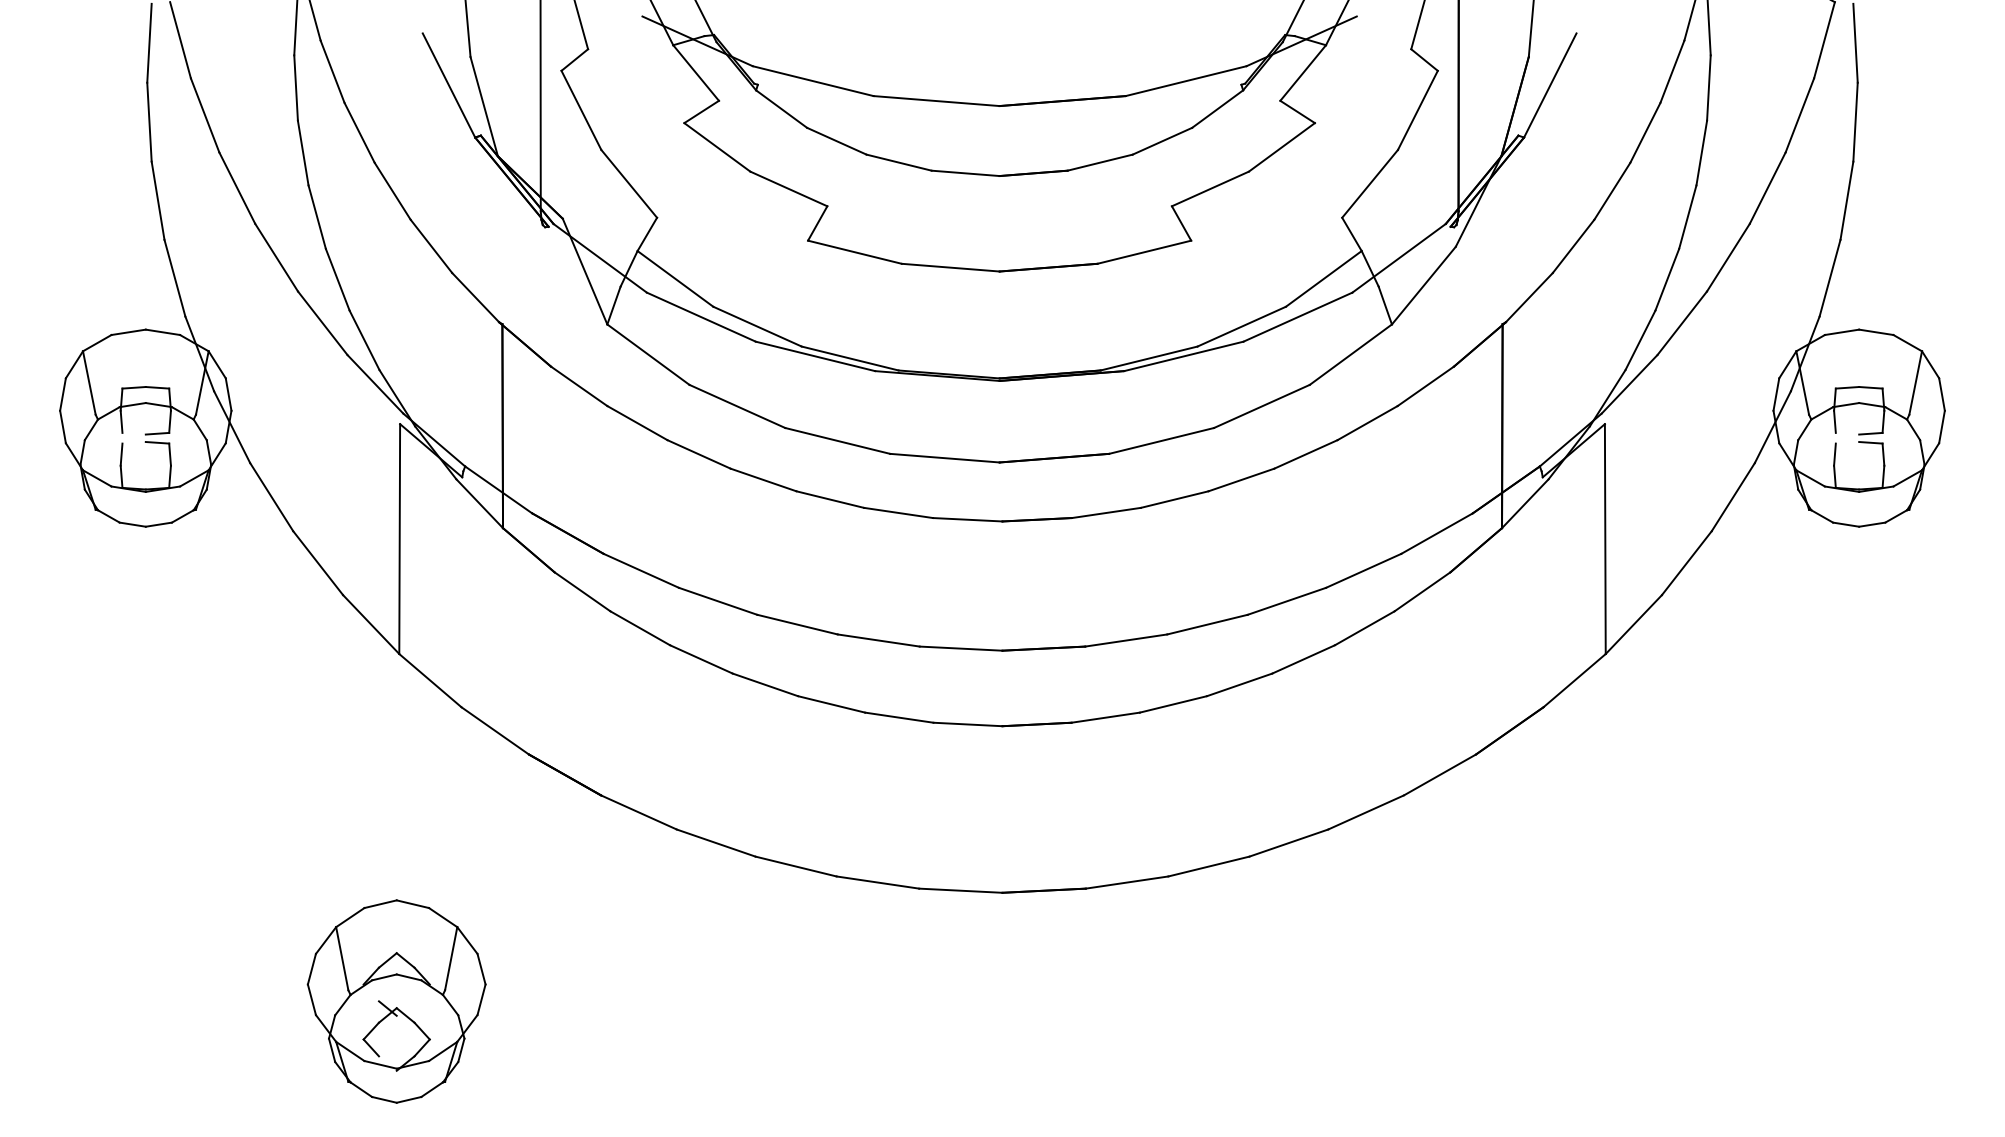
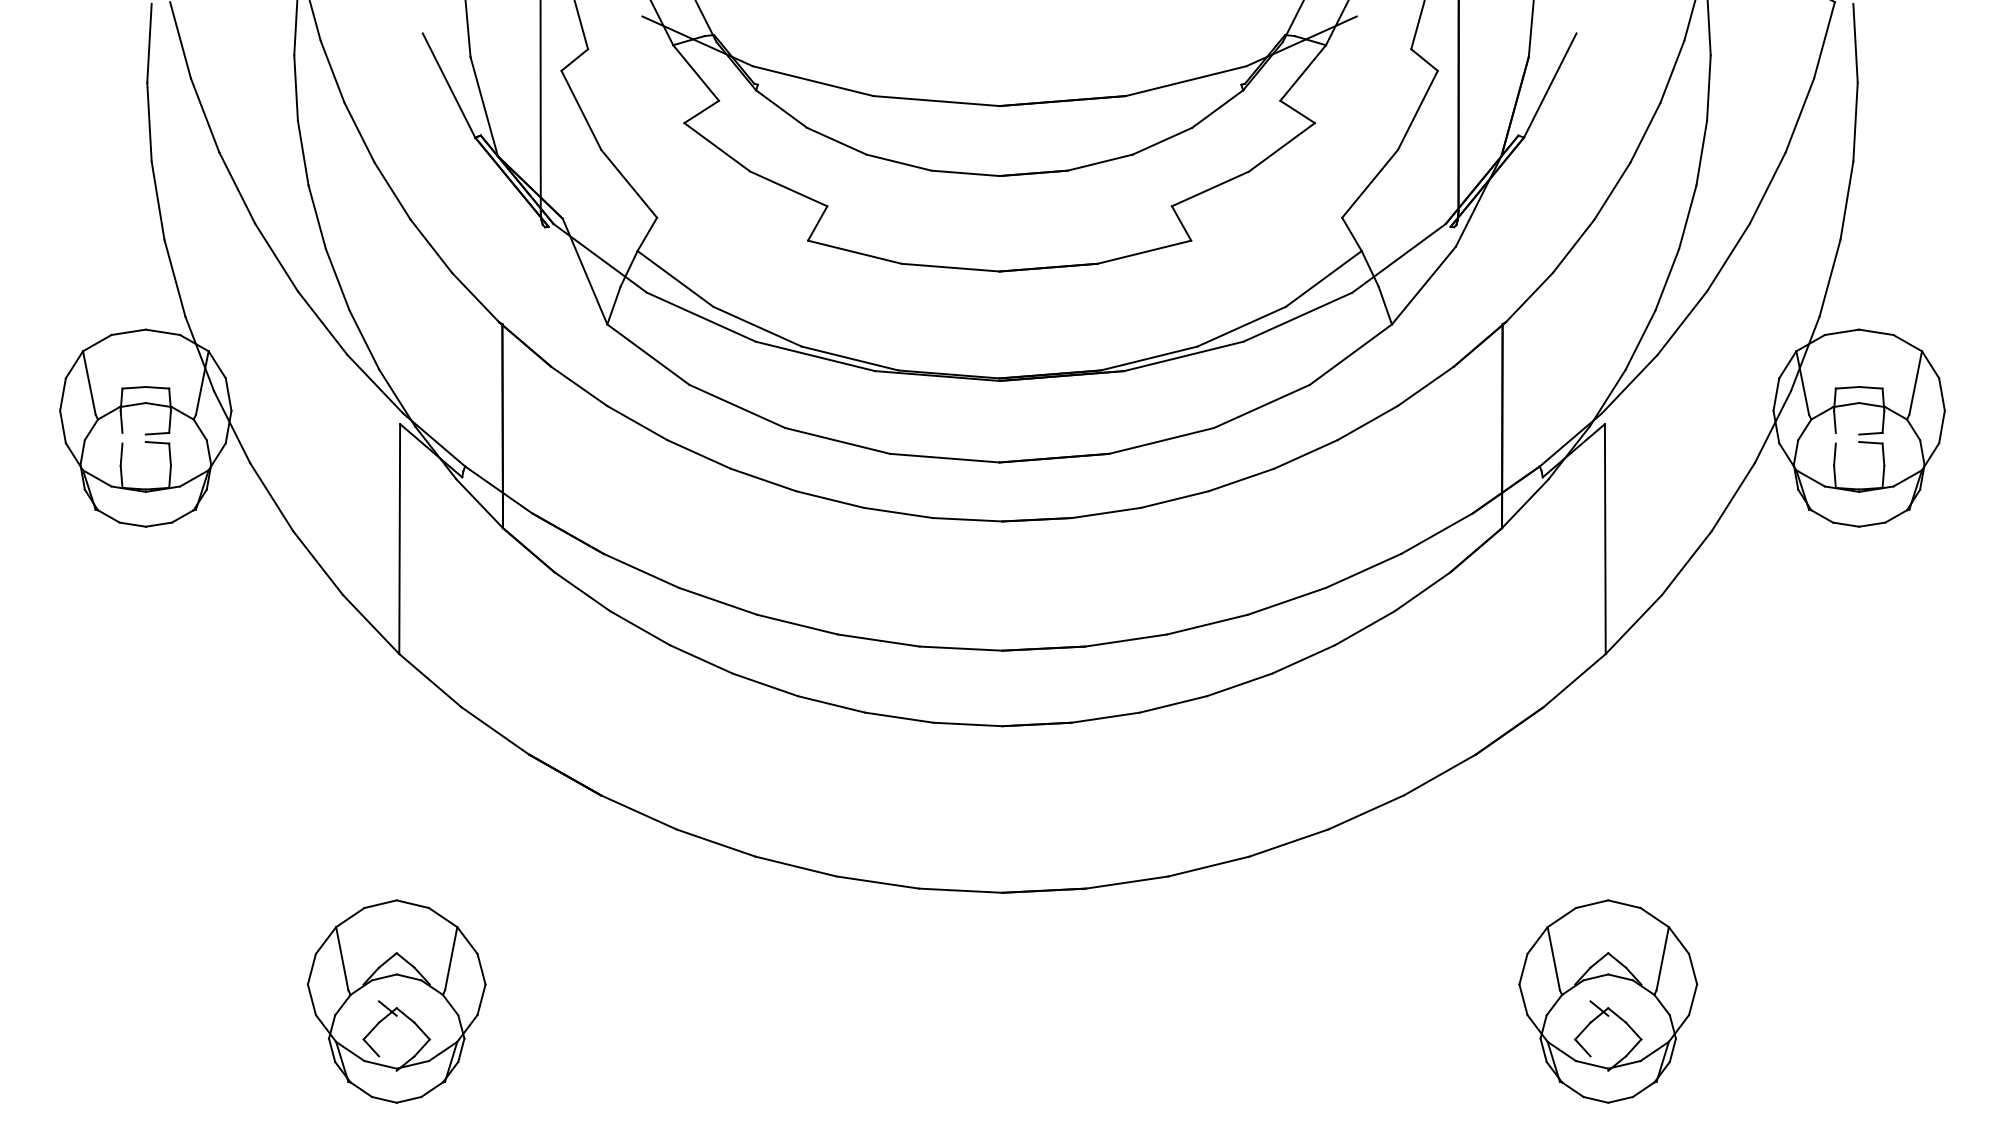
part at (1608, 1001): none -> present
